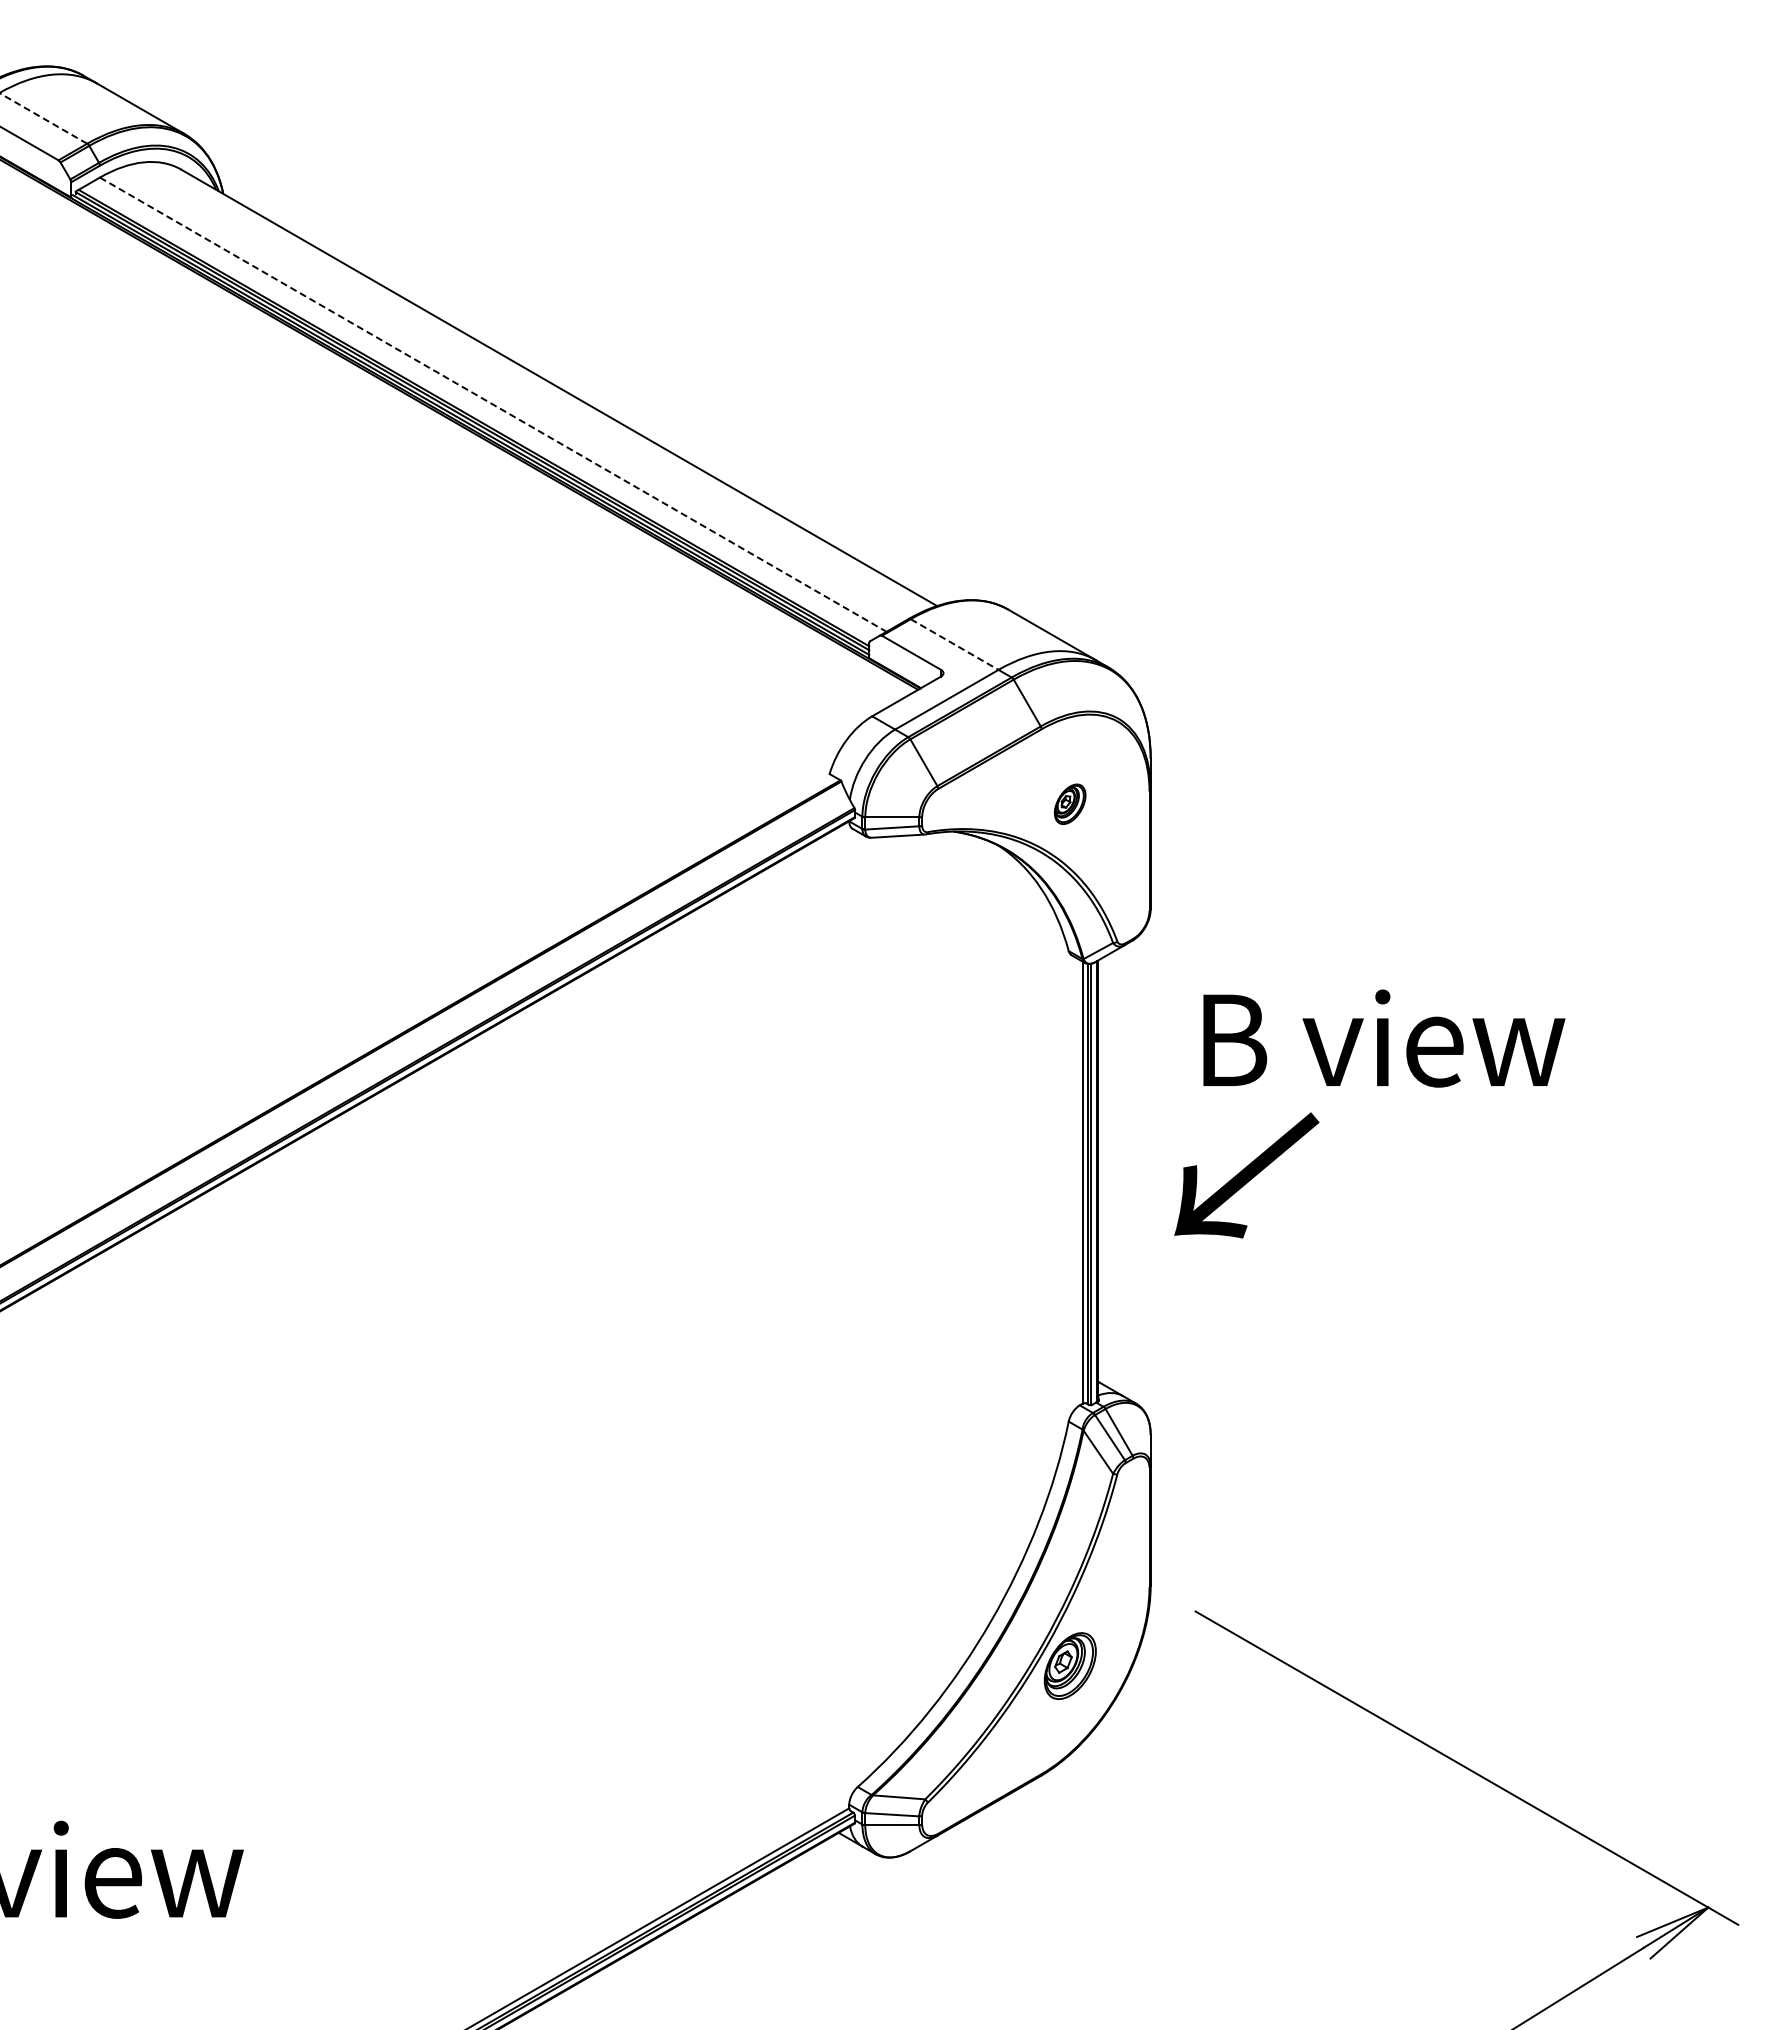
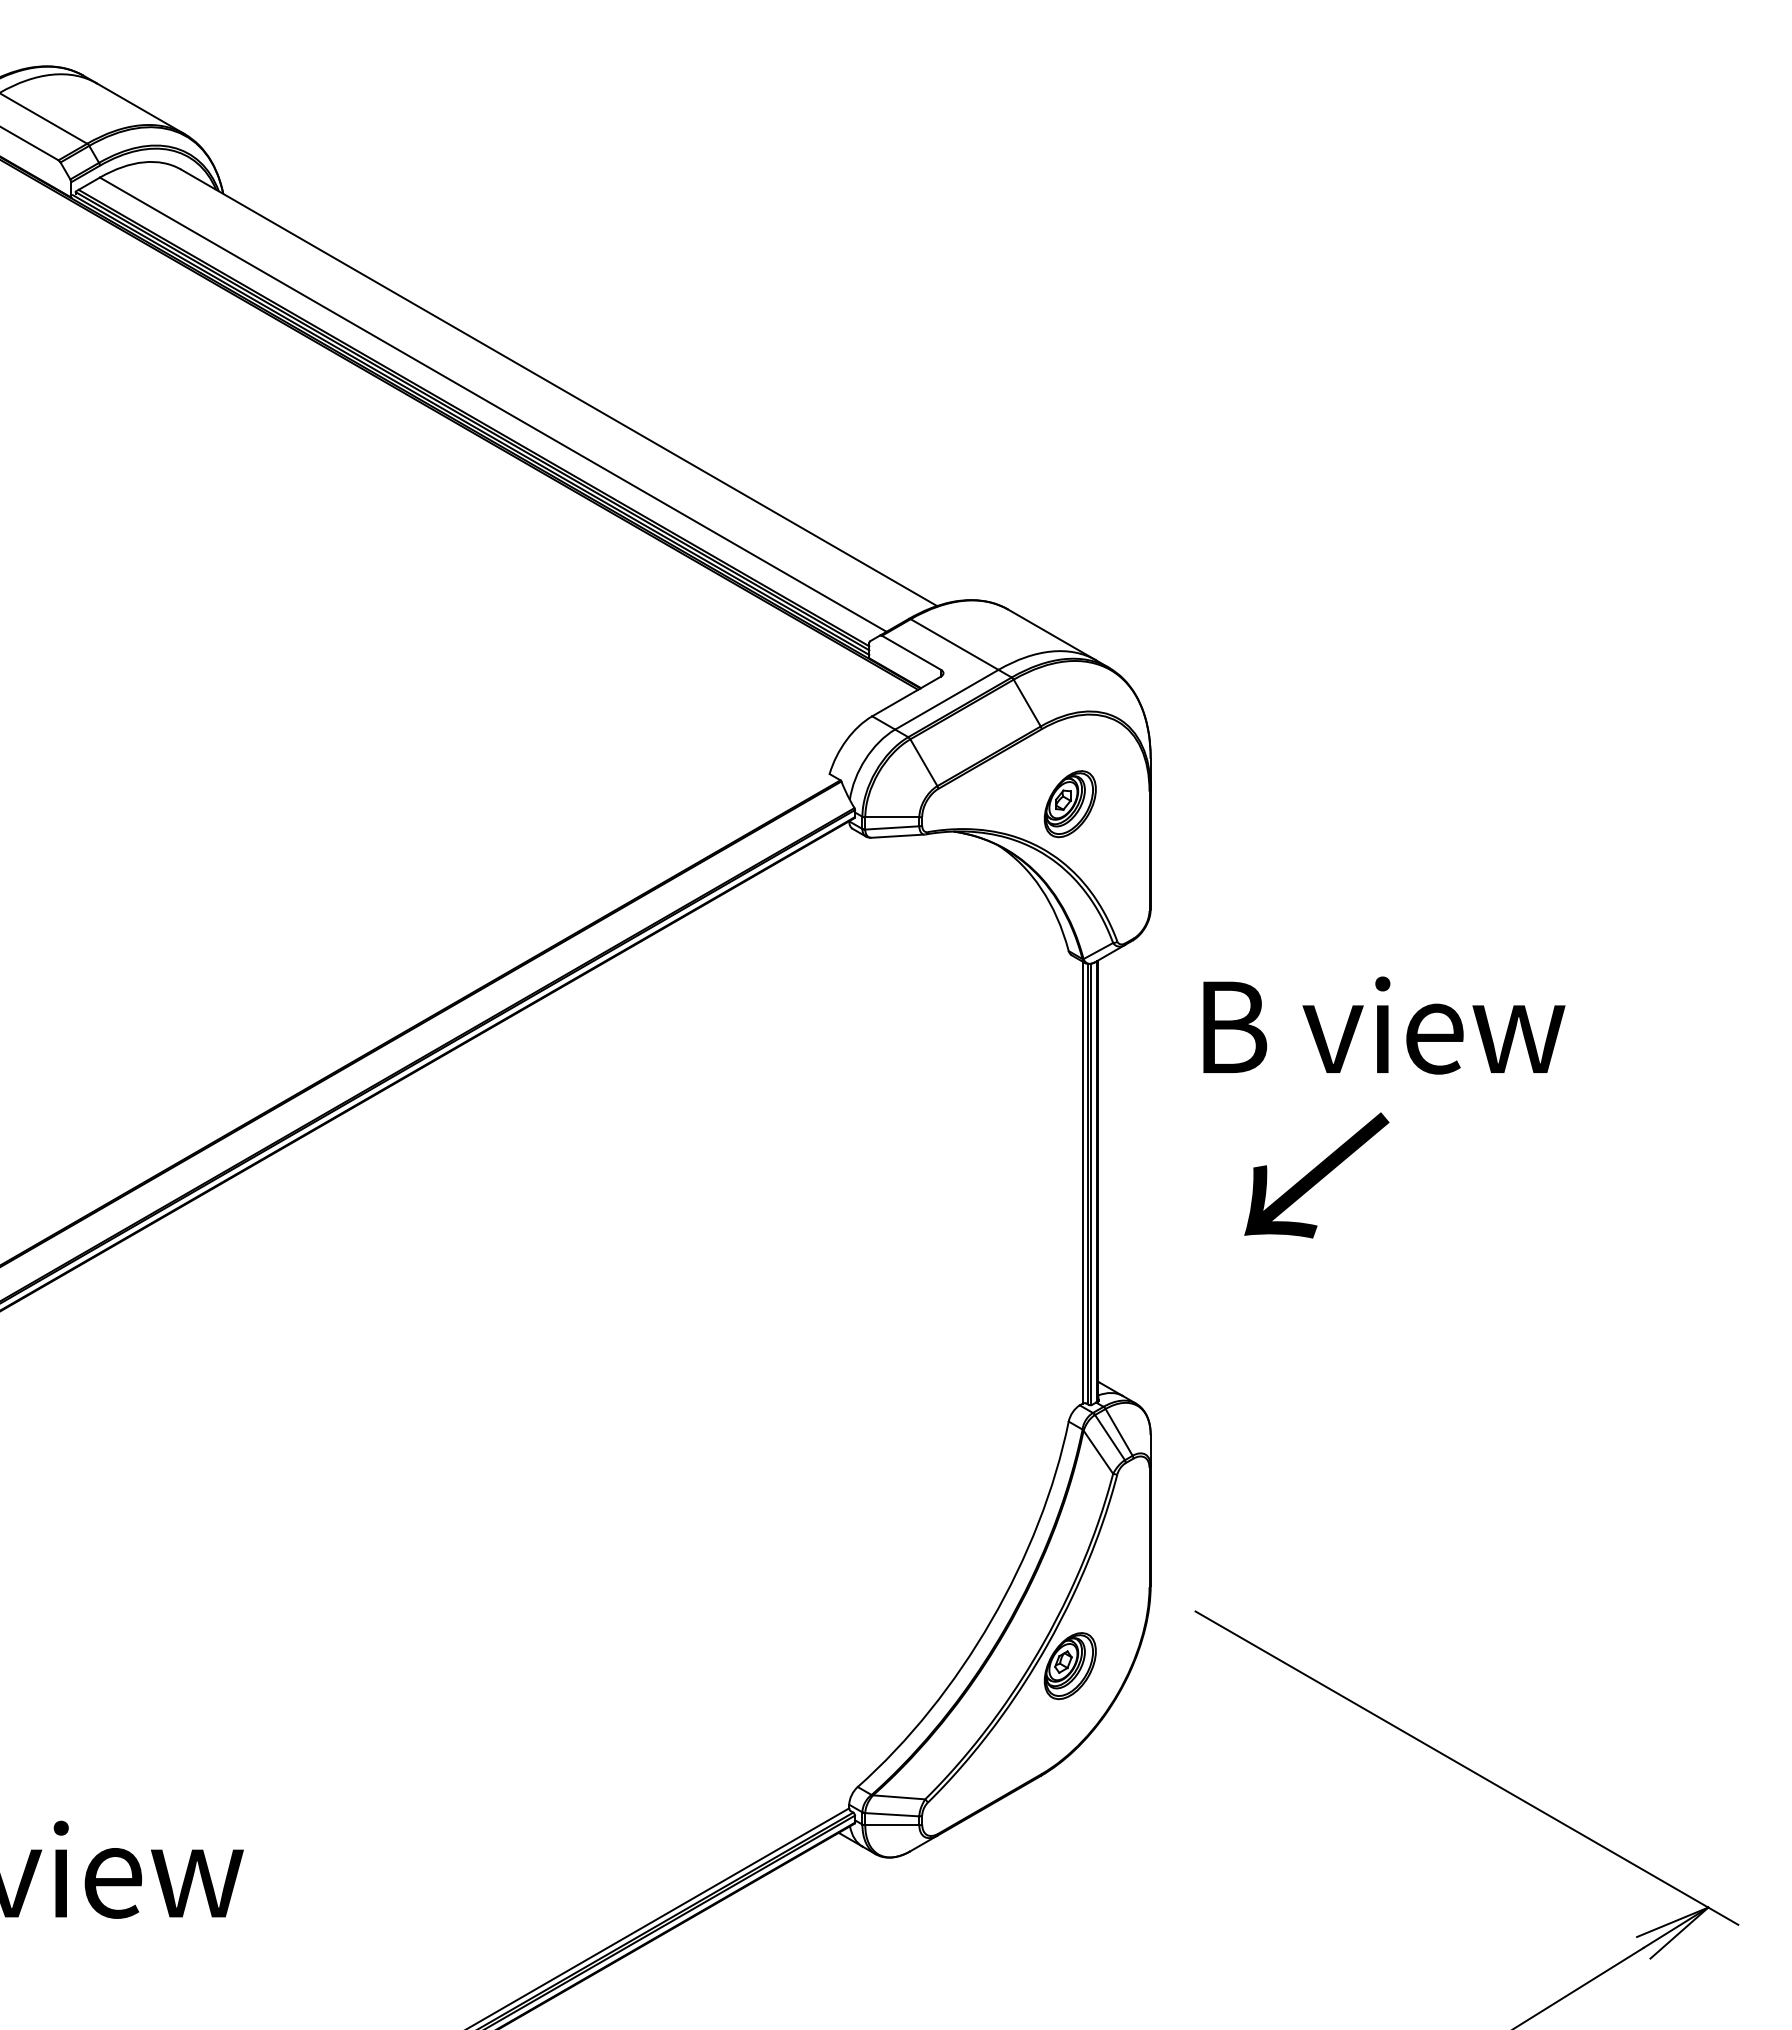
line at (43, 118): dashed -> solid
line at (493, 404): dashed -> solid
line at (954, 644): dashed -> solid
part at (1070, 803) size: 33x42 px -> 54x69 px
text at (1384, 1038) position: (1384, 1038) -> (1384, 1025)
text at (1246, 1175) position: (1246, 1175) -> (1316, 1175)
